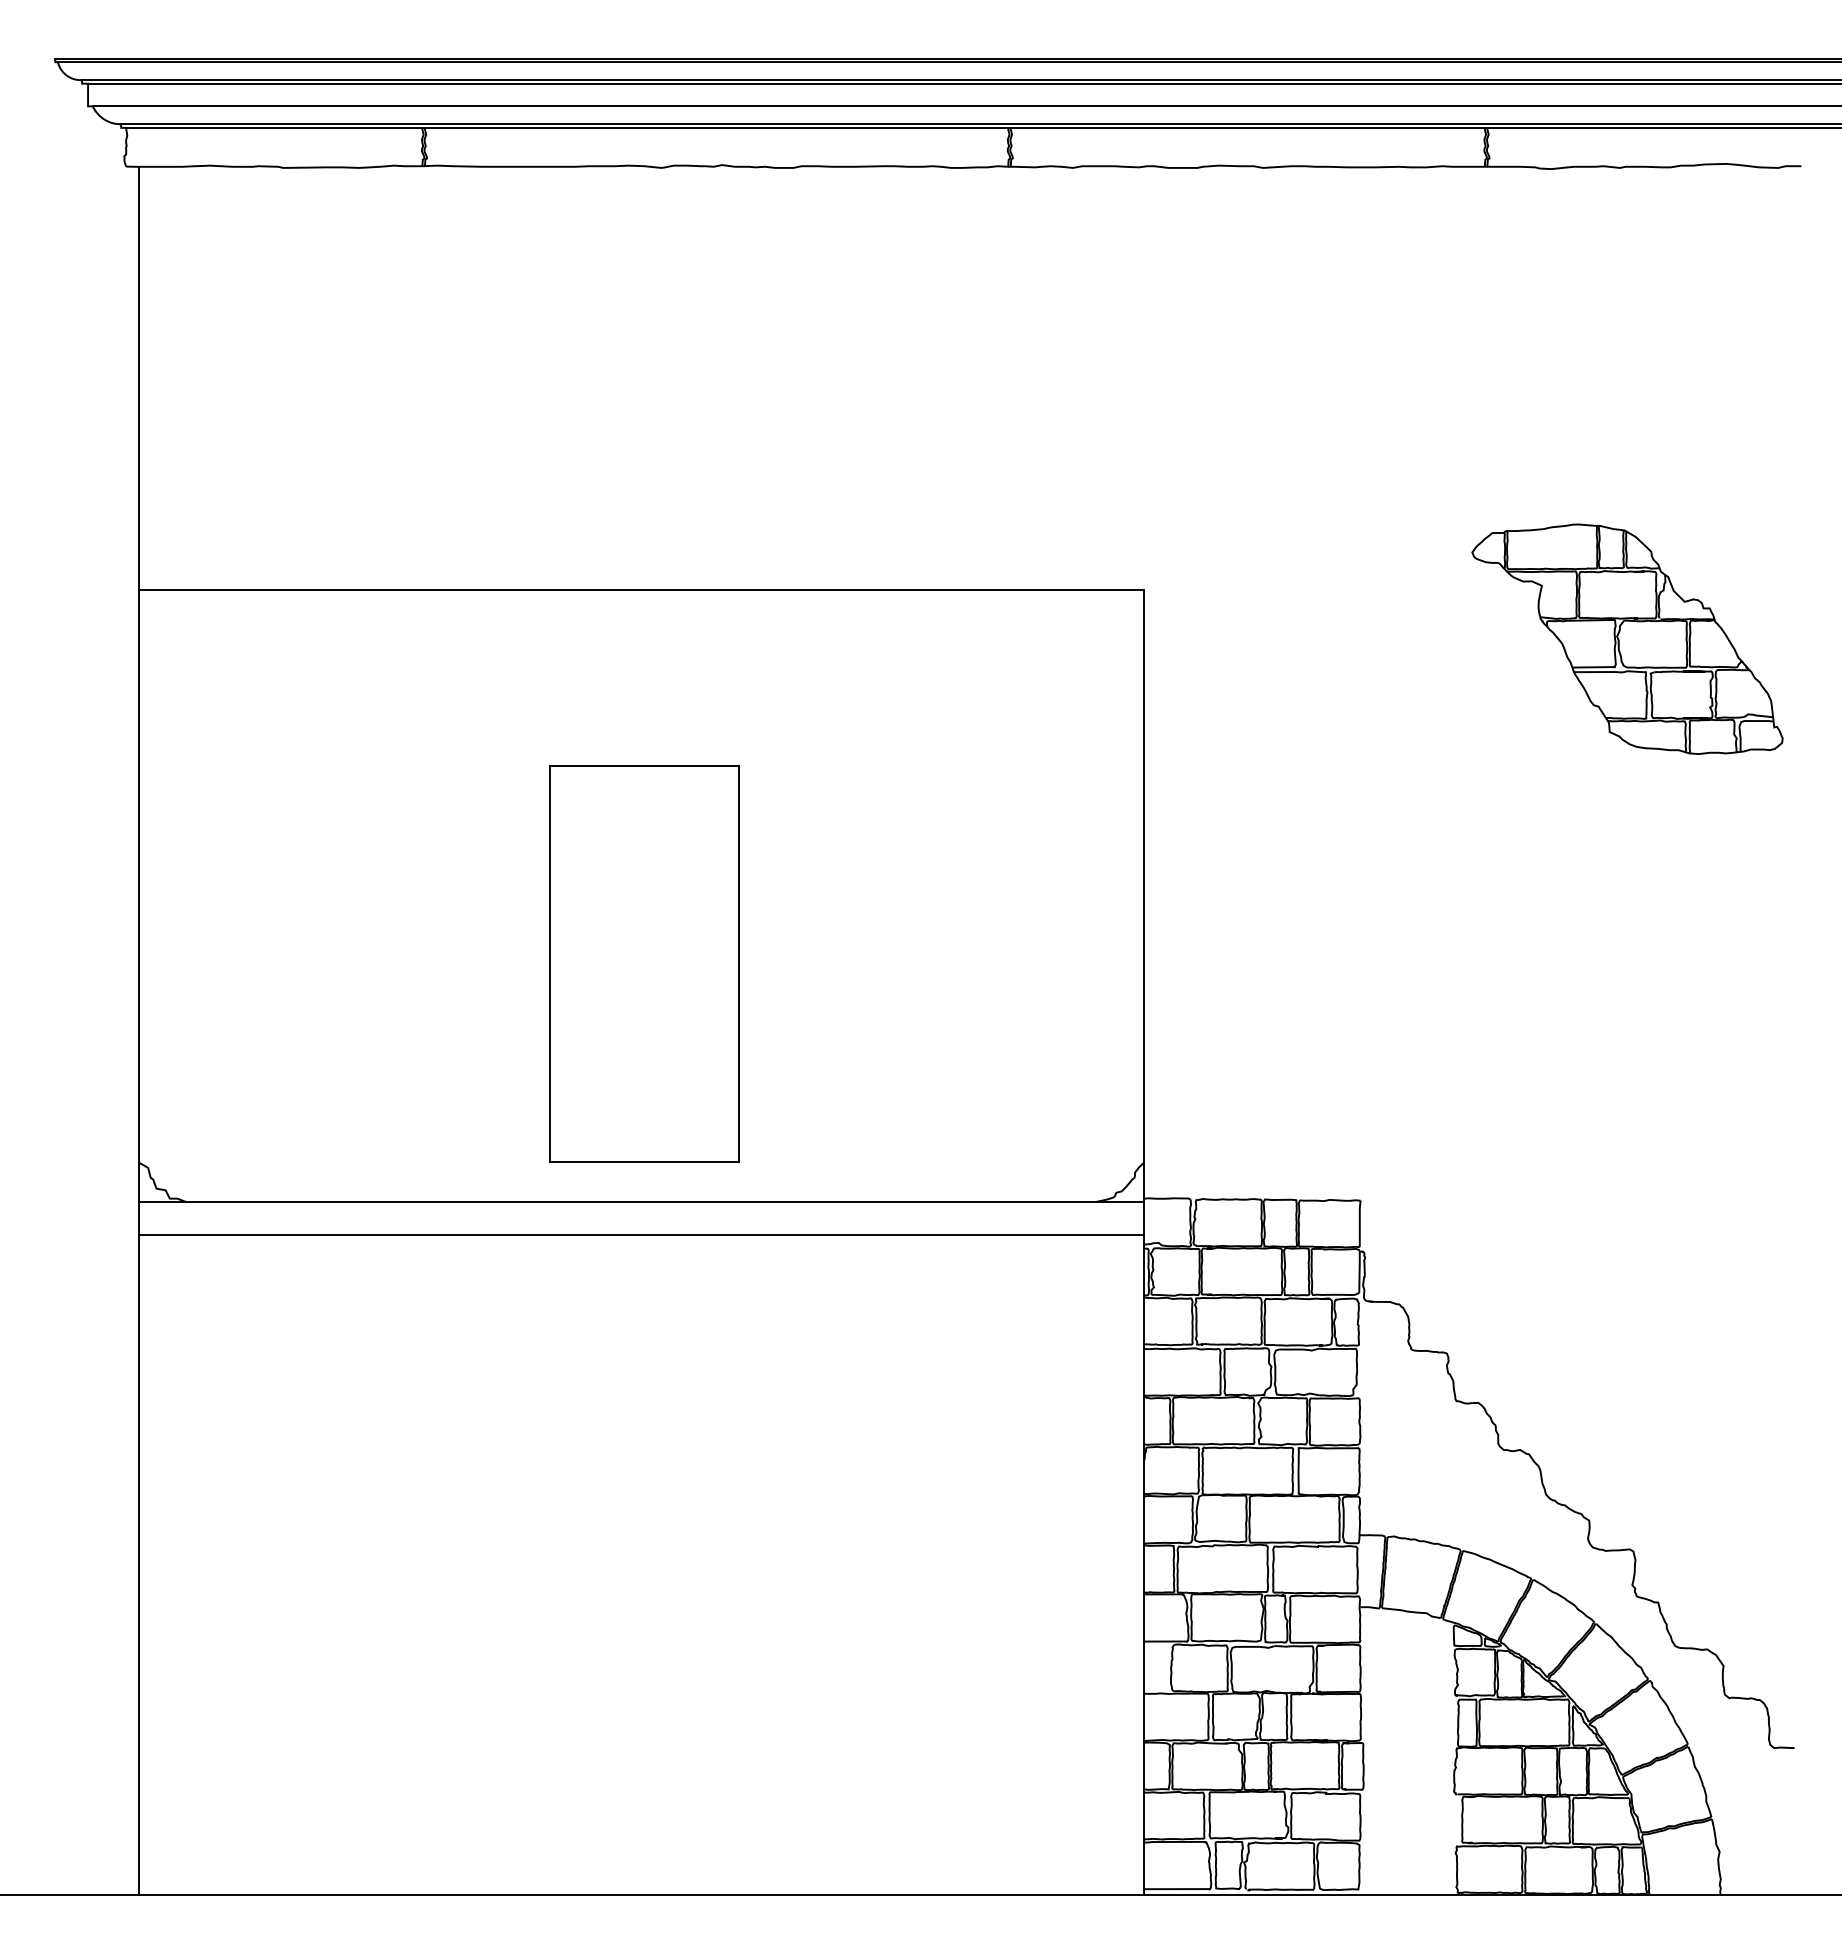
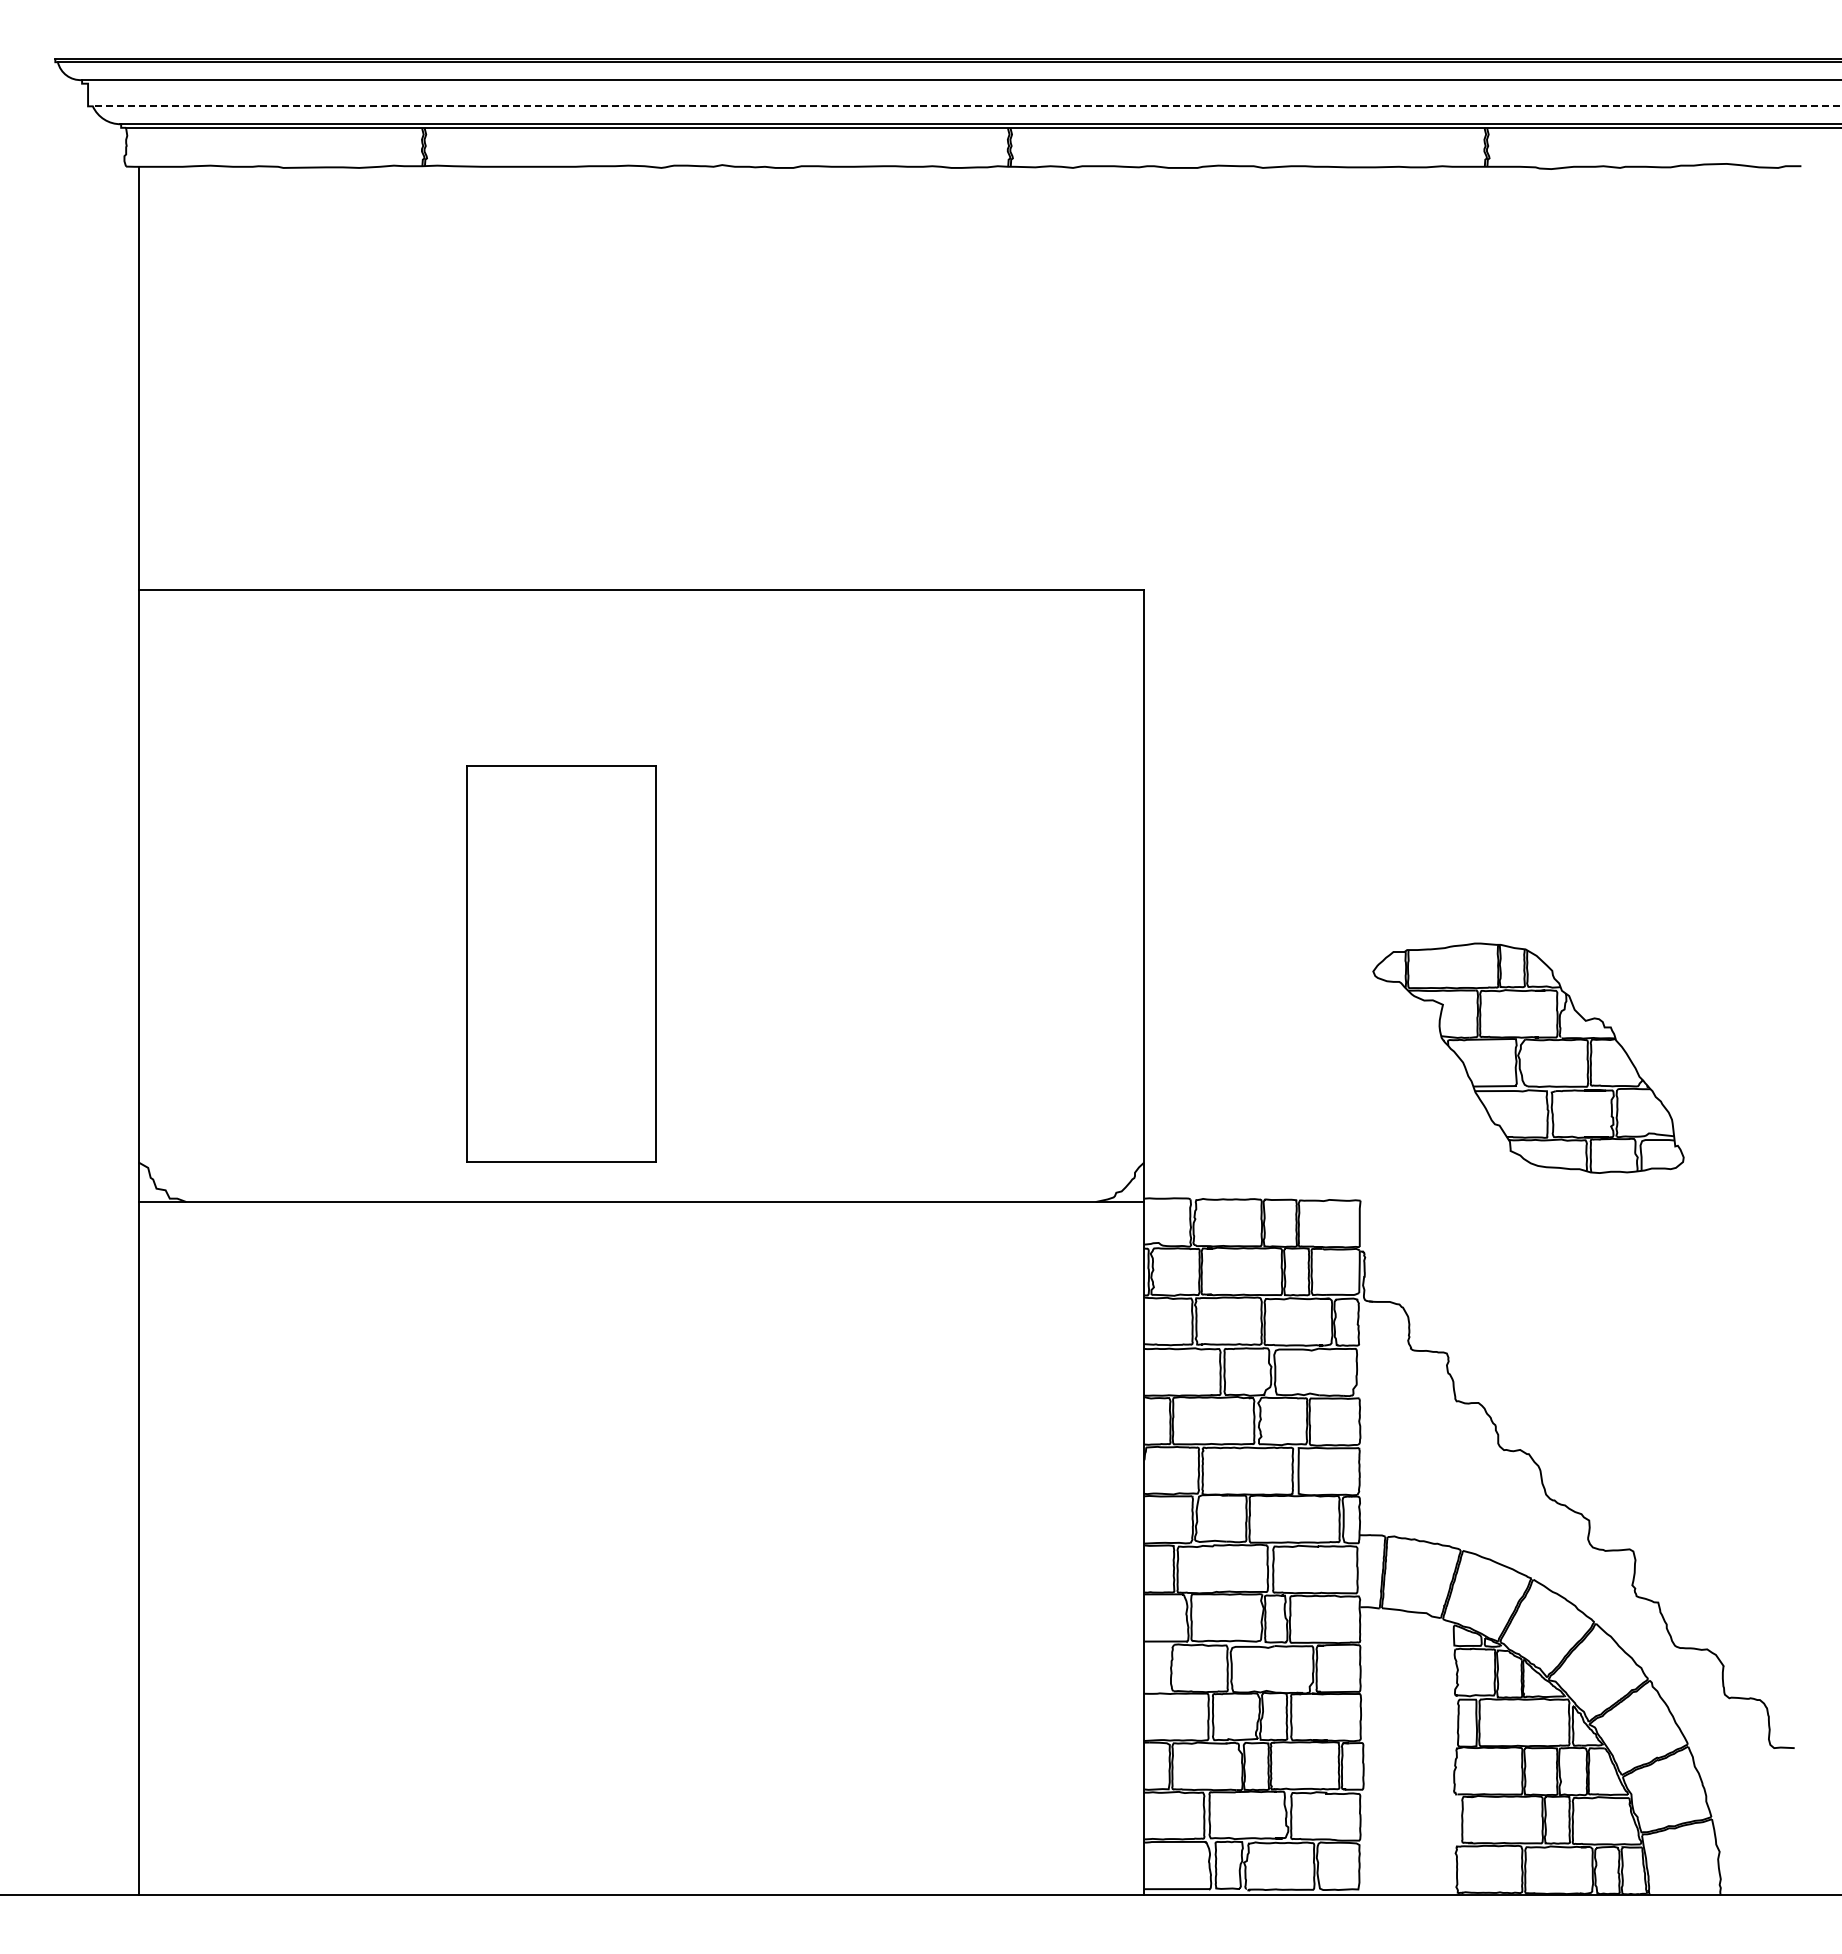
line at (963, 83): present -> none
line at (966, 106): solid -> dashed
part at (1627, 638) position: (1627, 638) -> (1528, 1057)
part at (644, 963) position: (644, 963) -> (561, 963)
line at (641, 1234): present -> none
